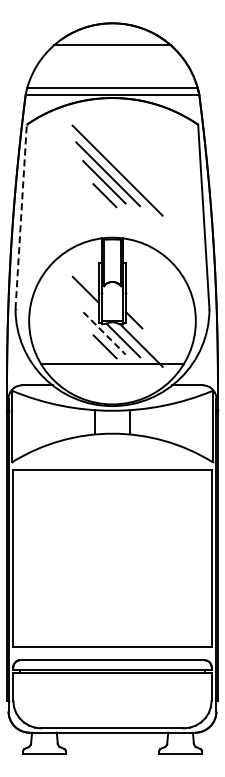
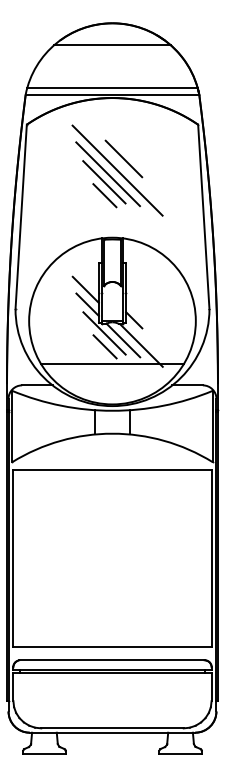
line at (123, 158): none -> present
line at (21, 216): dashed -> solid
line at (87, 304): none -> present
line at (104, 333): dashed -> solid
